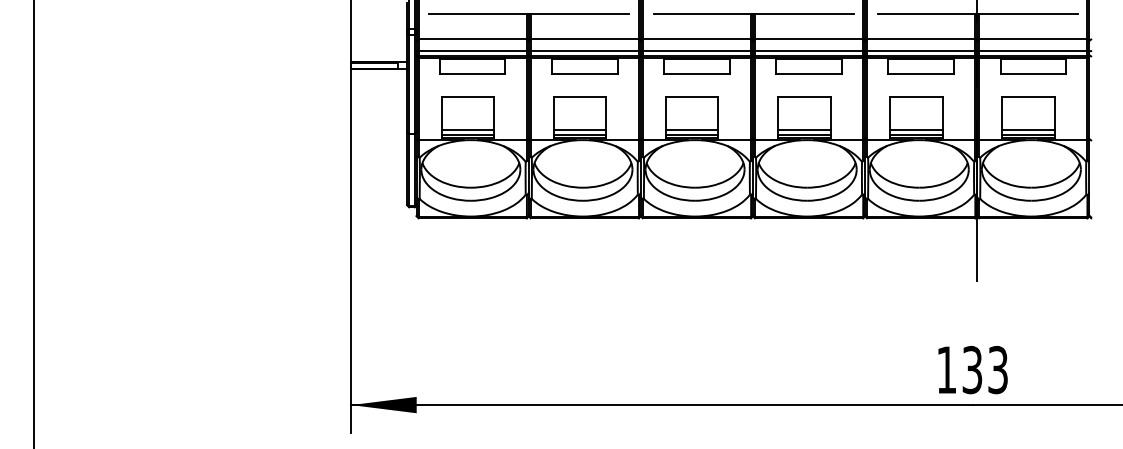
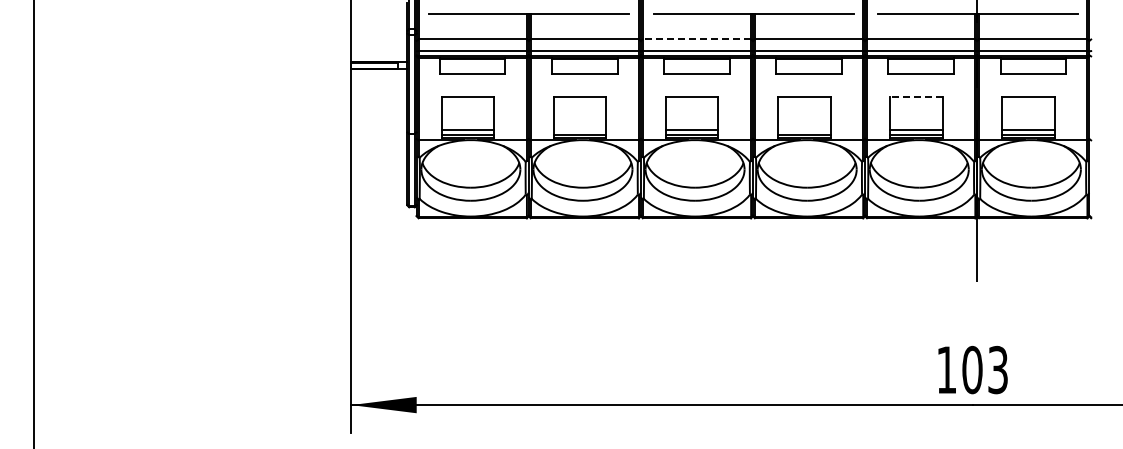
line at (696, 39): solid -> dashed
line at (915, 96): solid -> dashed
line at (580, 130): present -> none
line at (804, 130): present -> none
text at (972, 370): 133 -> 103
